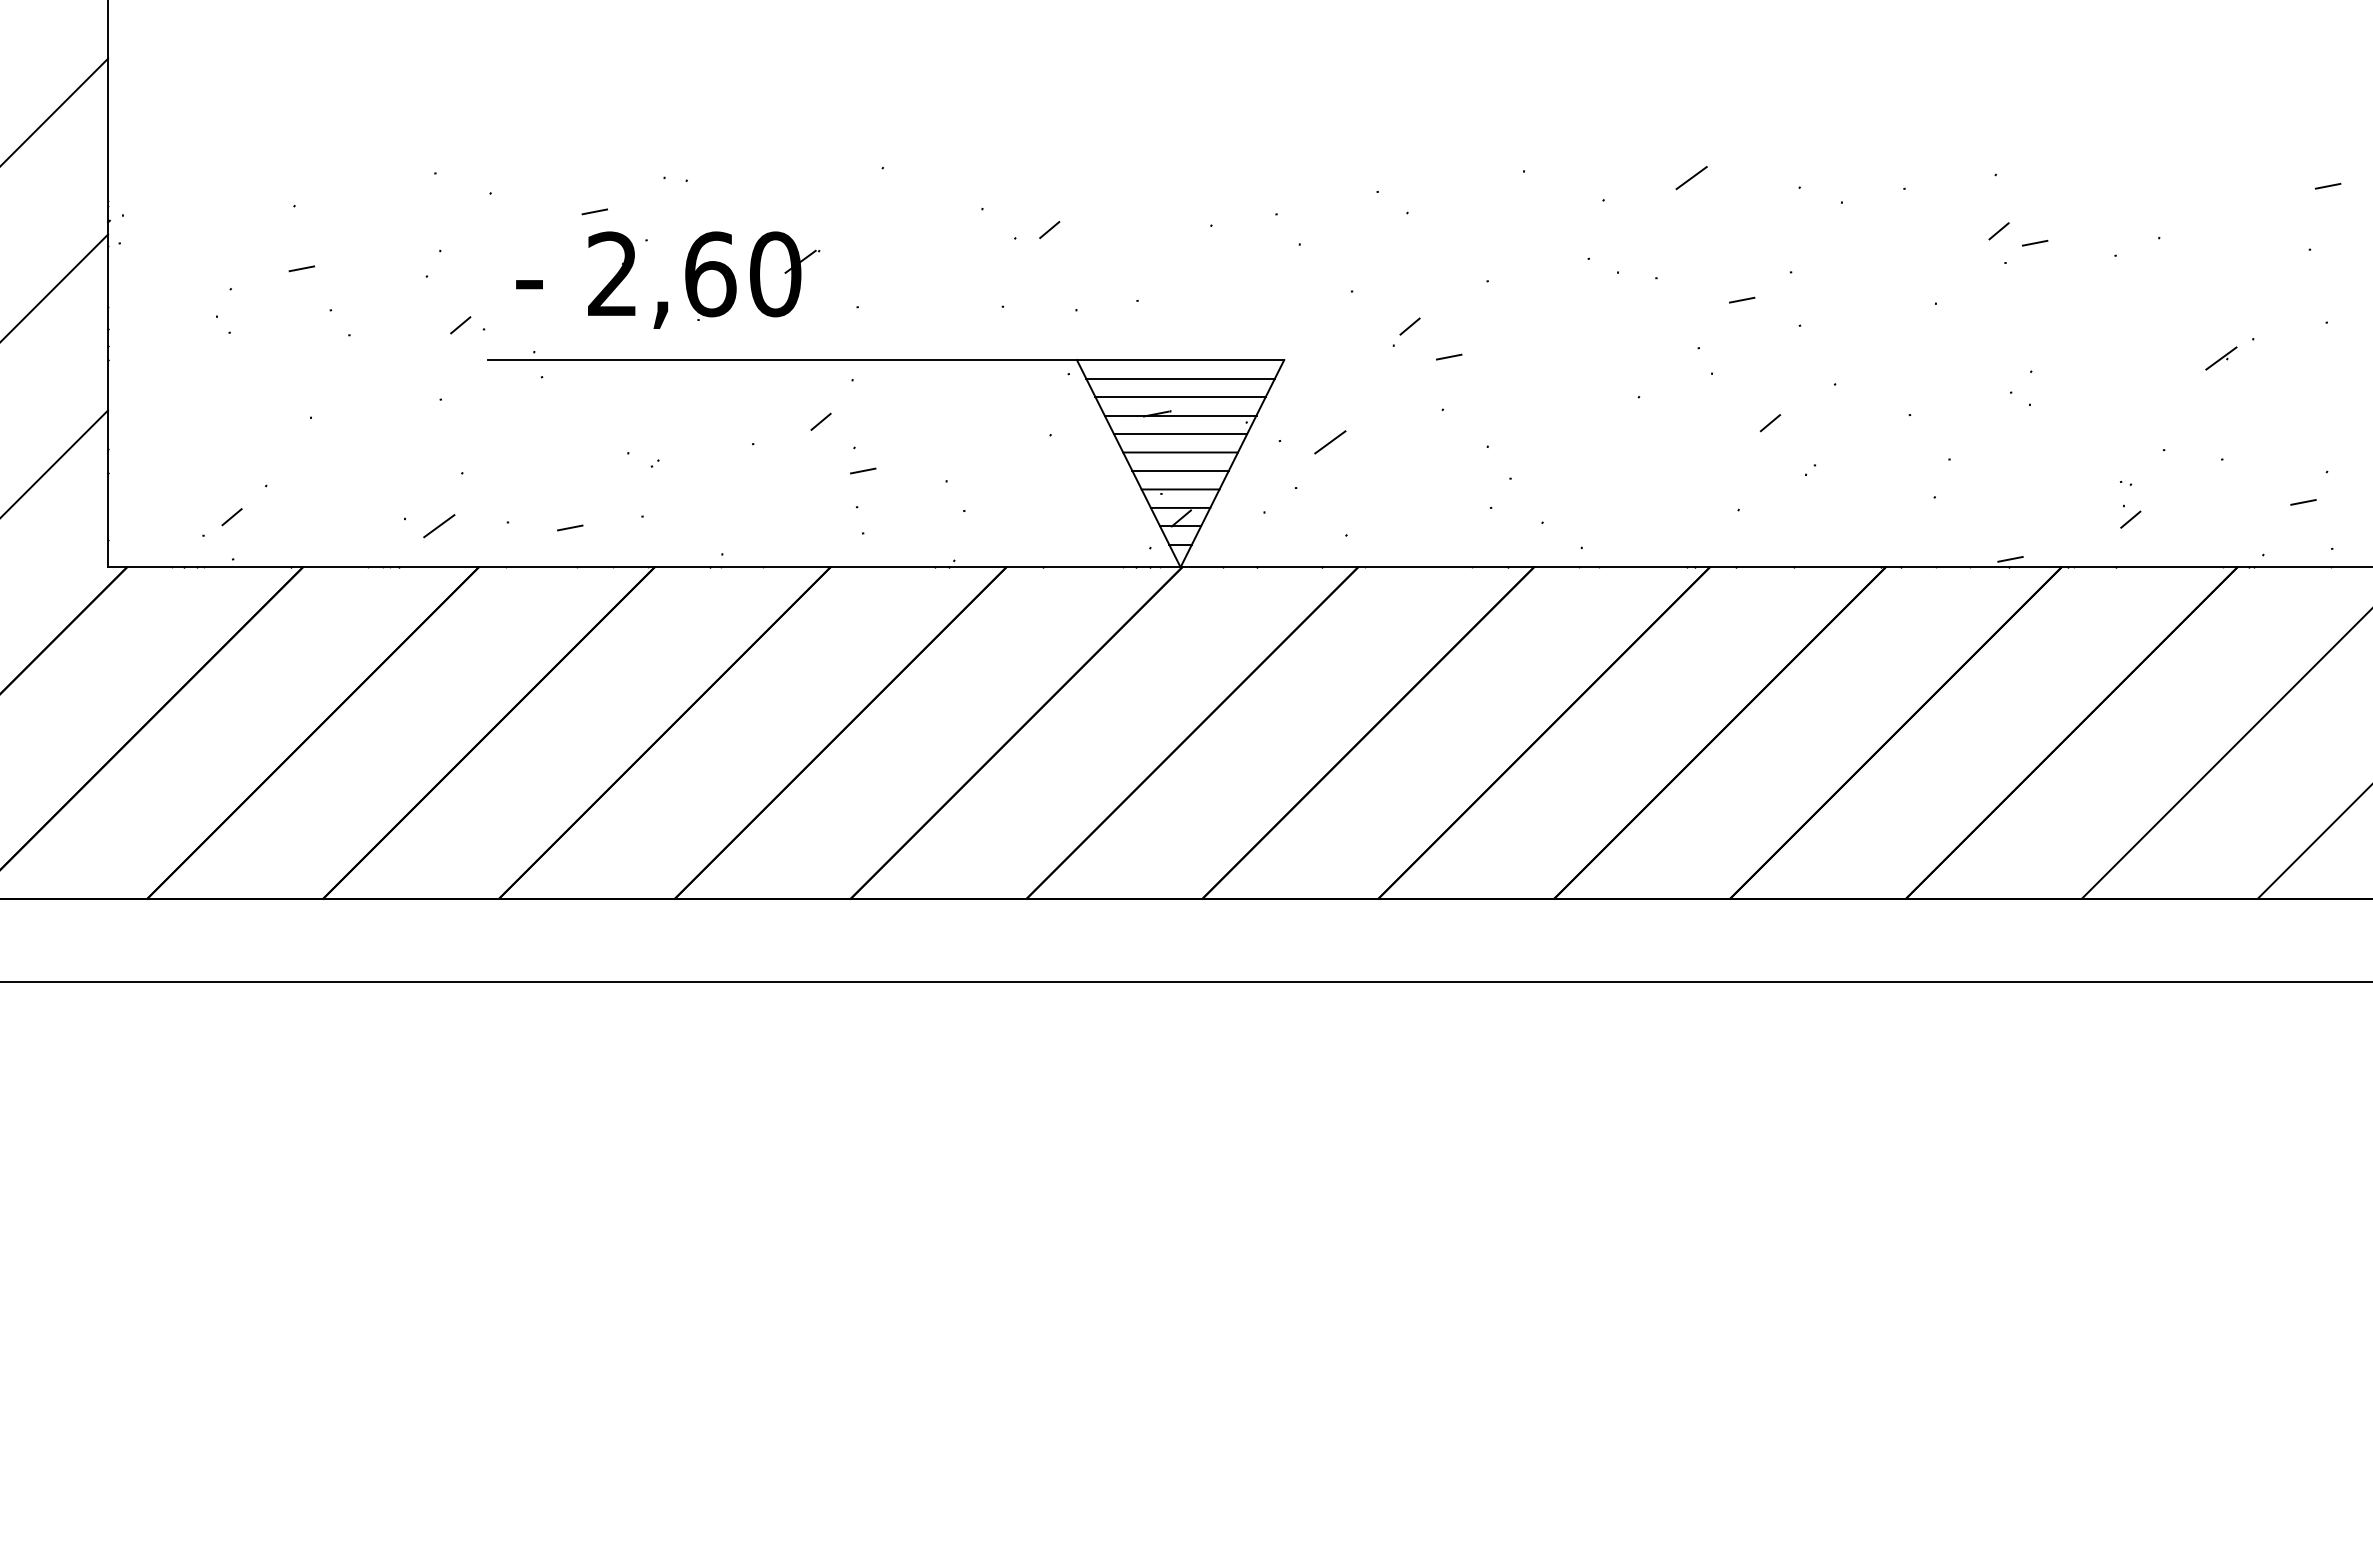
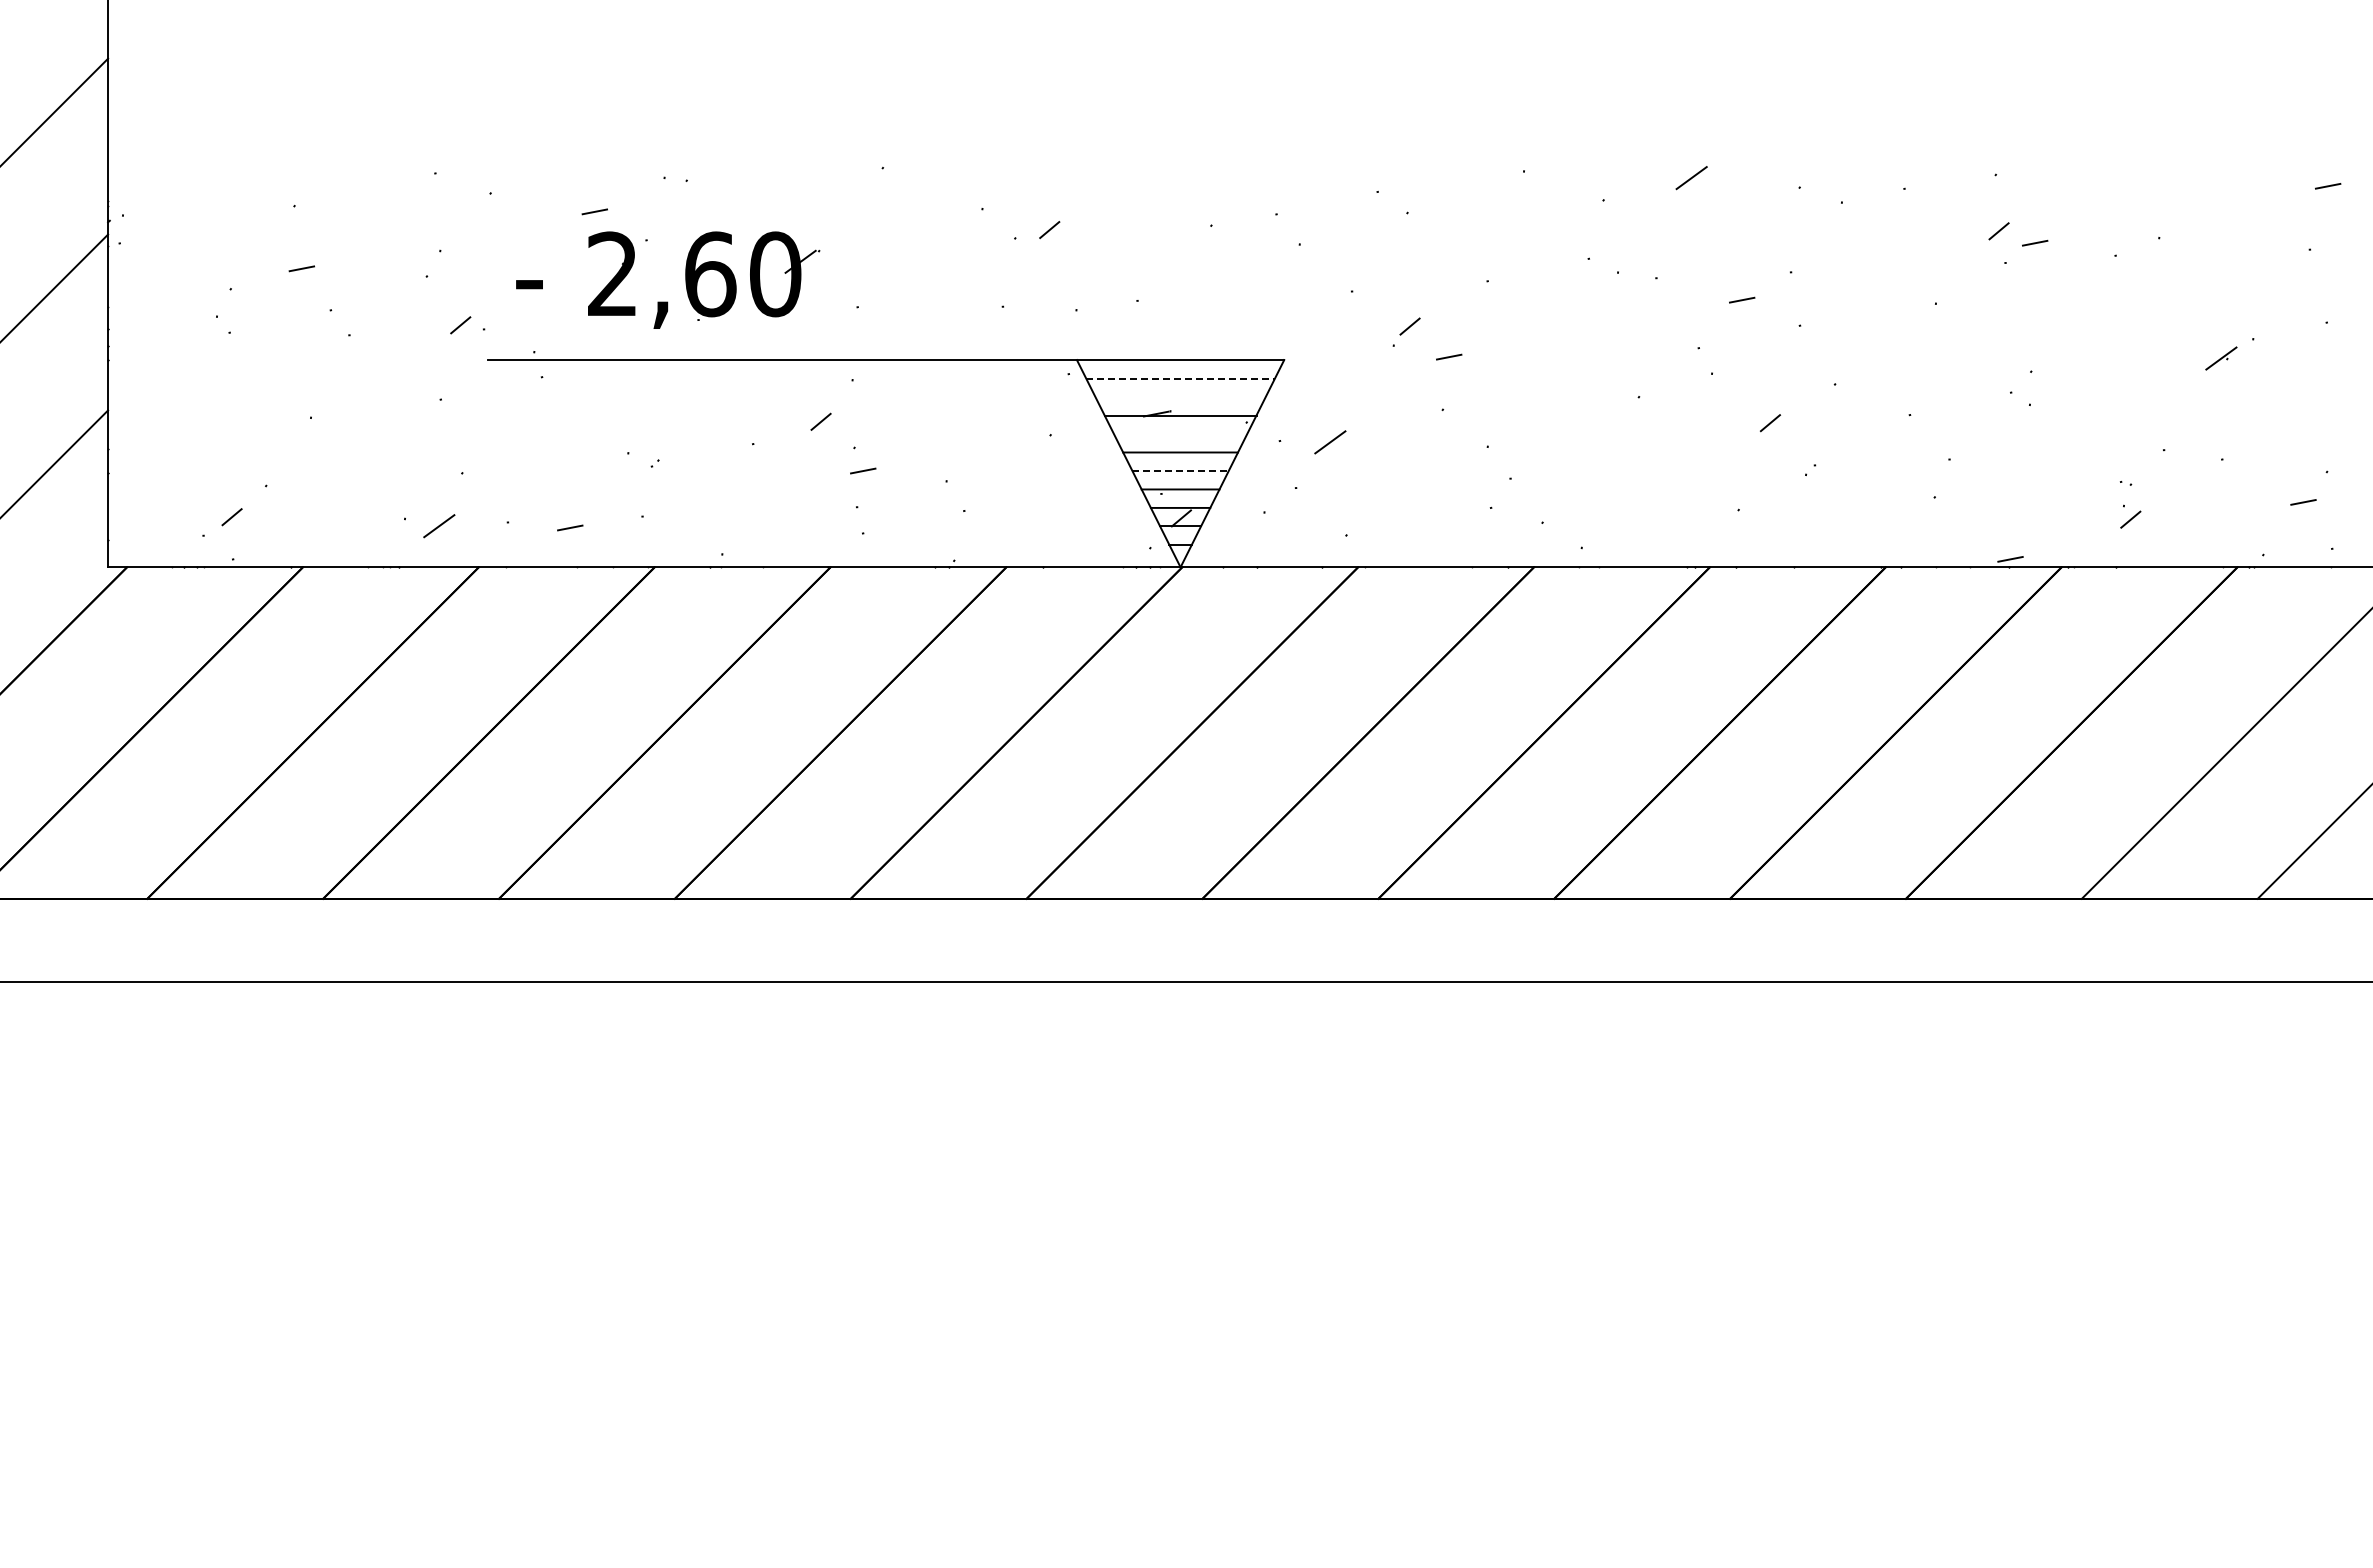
line at (1181, 378): solid -> dashed
line at (1180, 397): present -> none
line at (1180, 434): present -> none
line at (1181, 470): solid -> dashed
